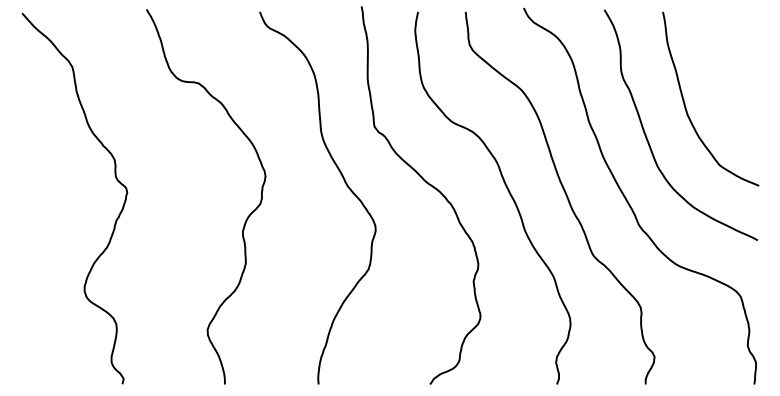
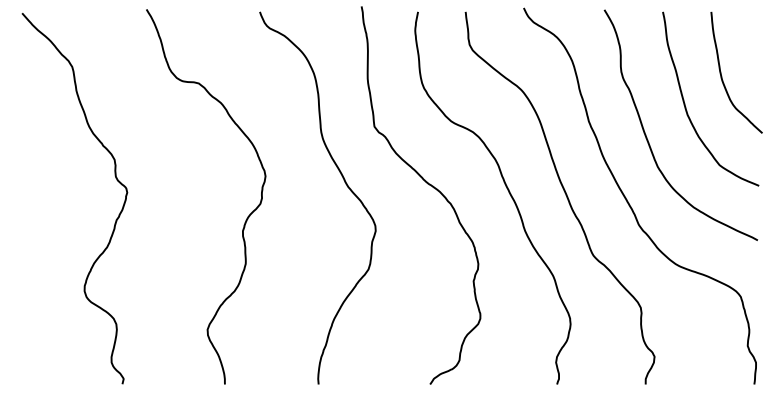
curve at (722, 76): none -> present
